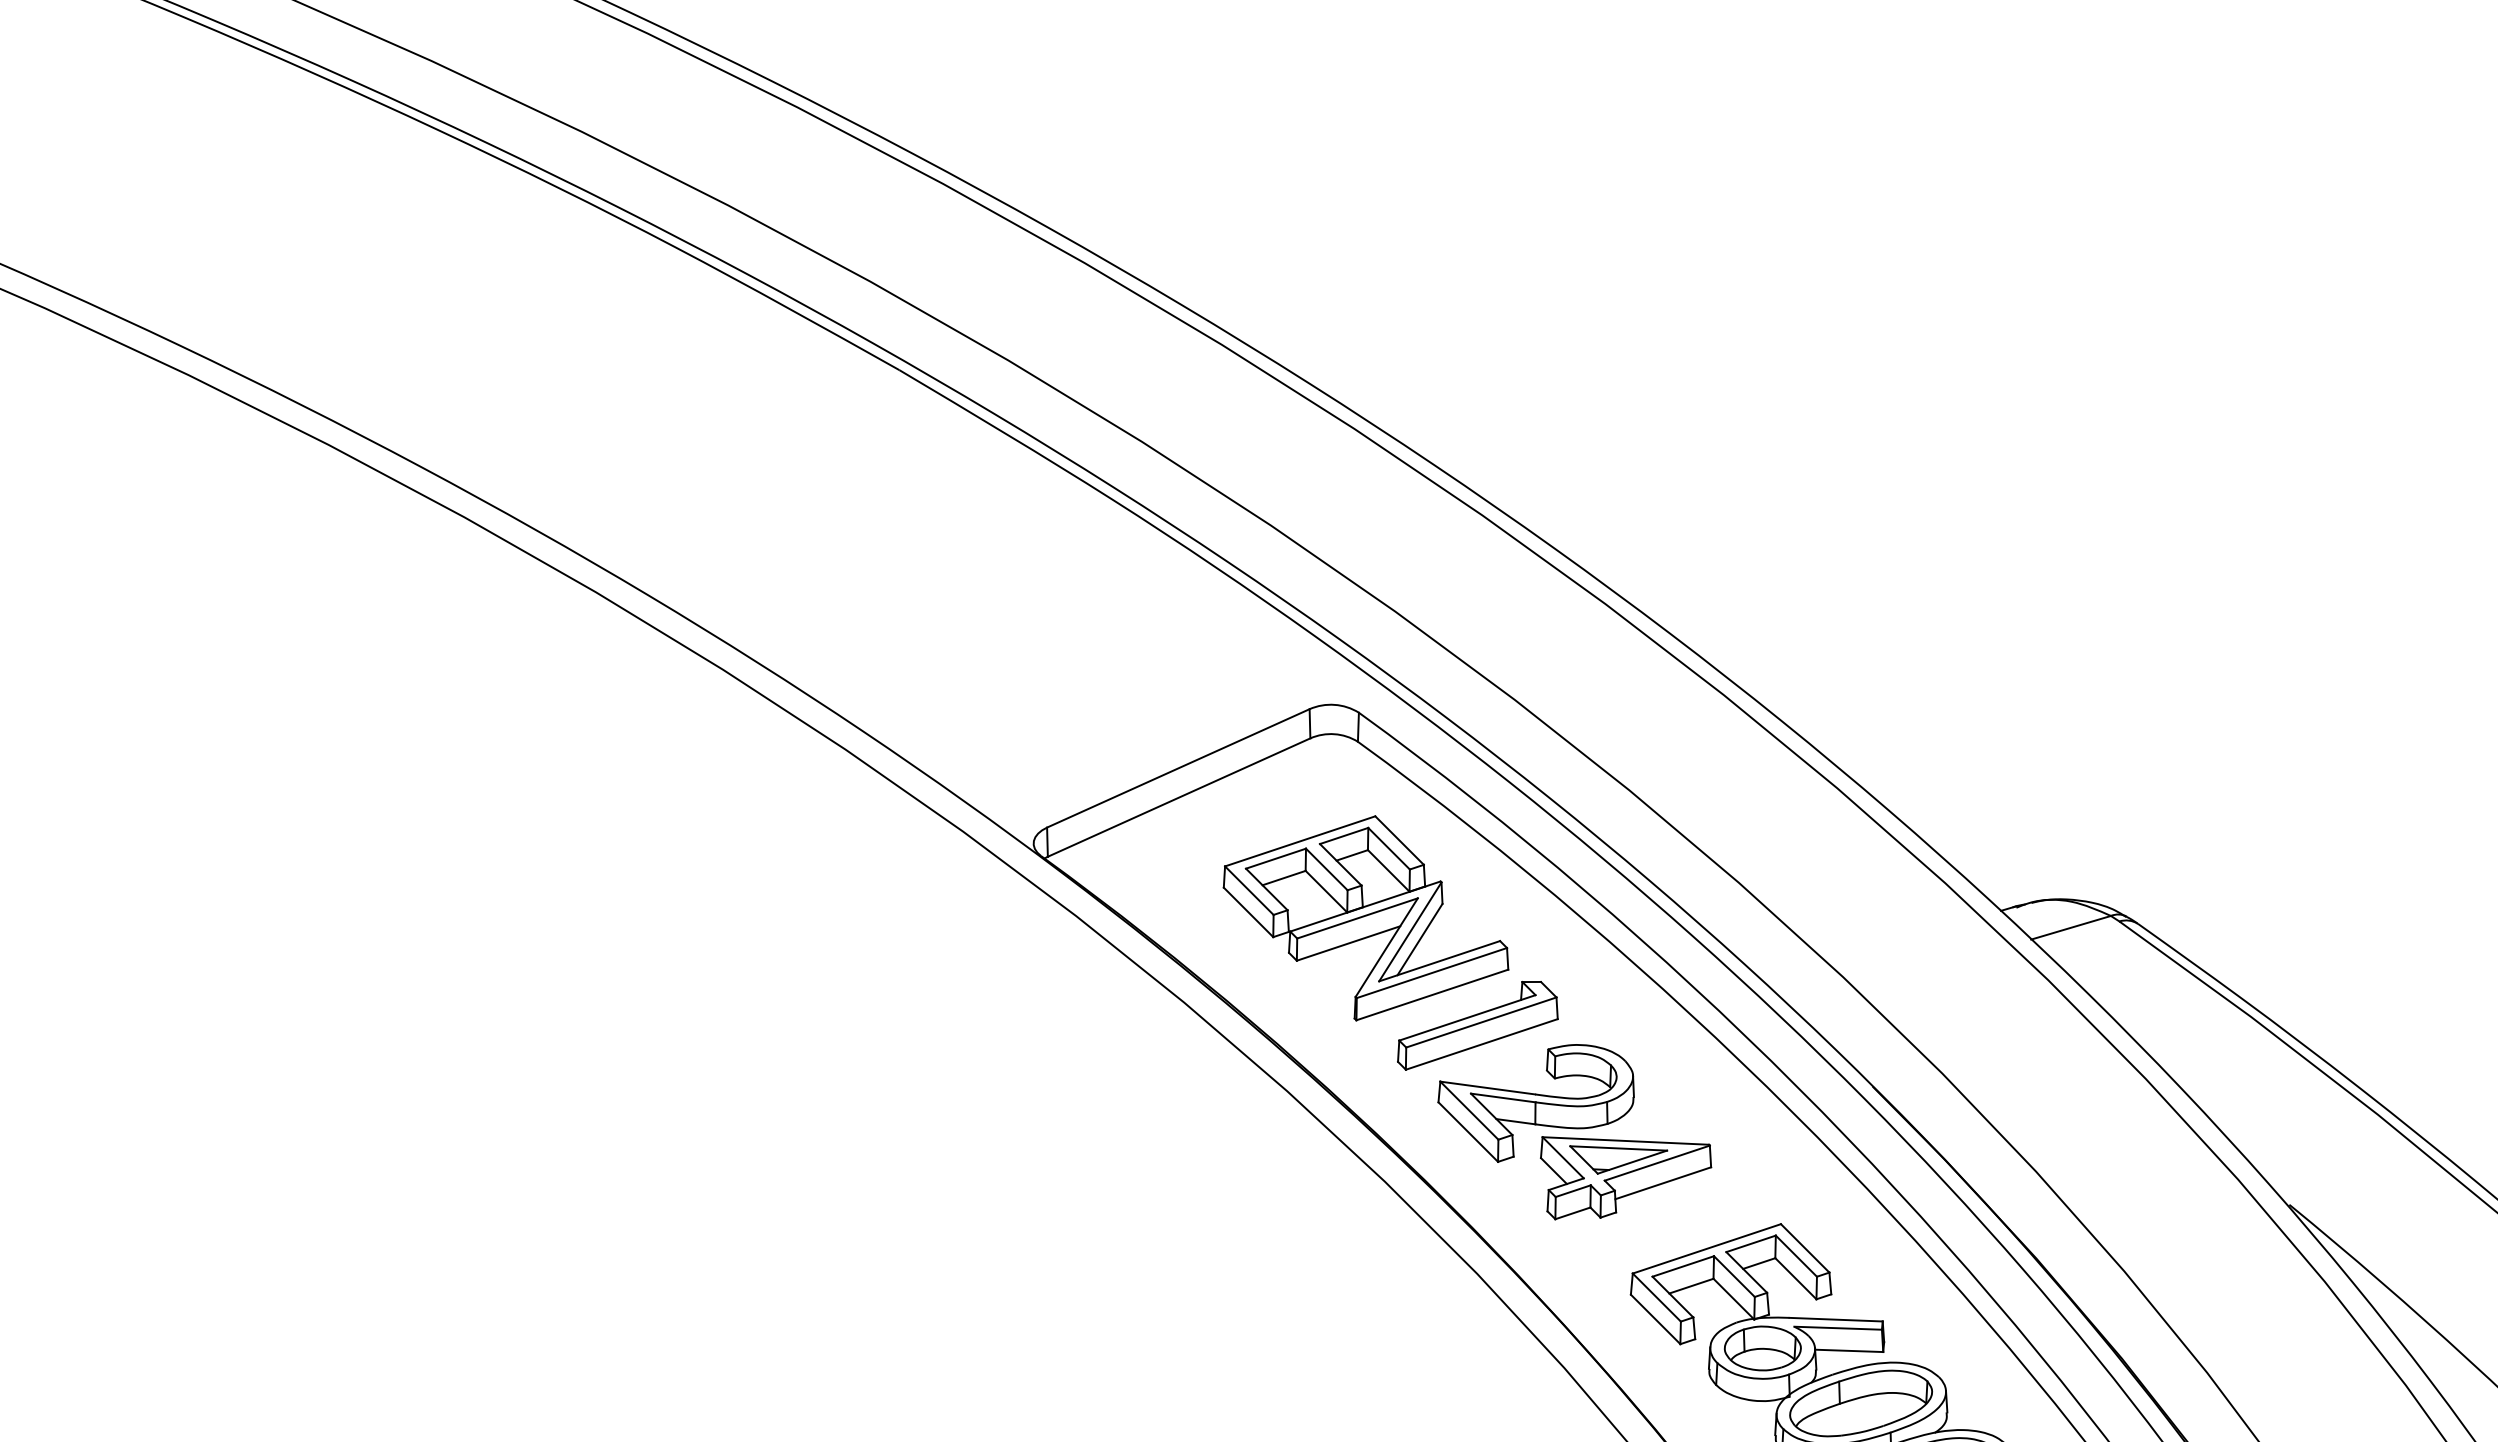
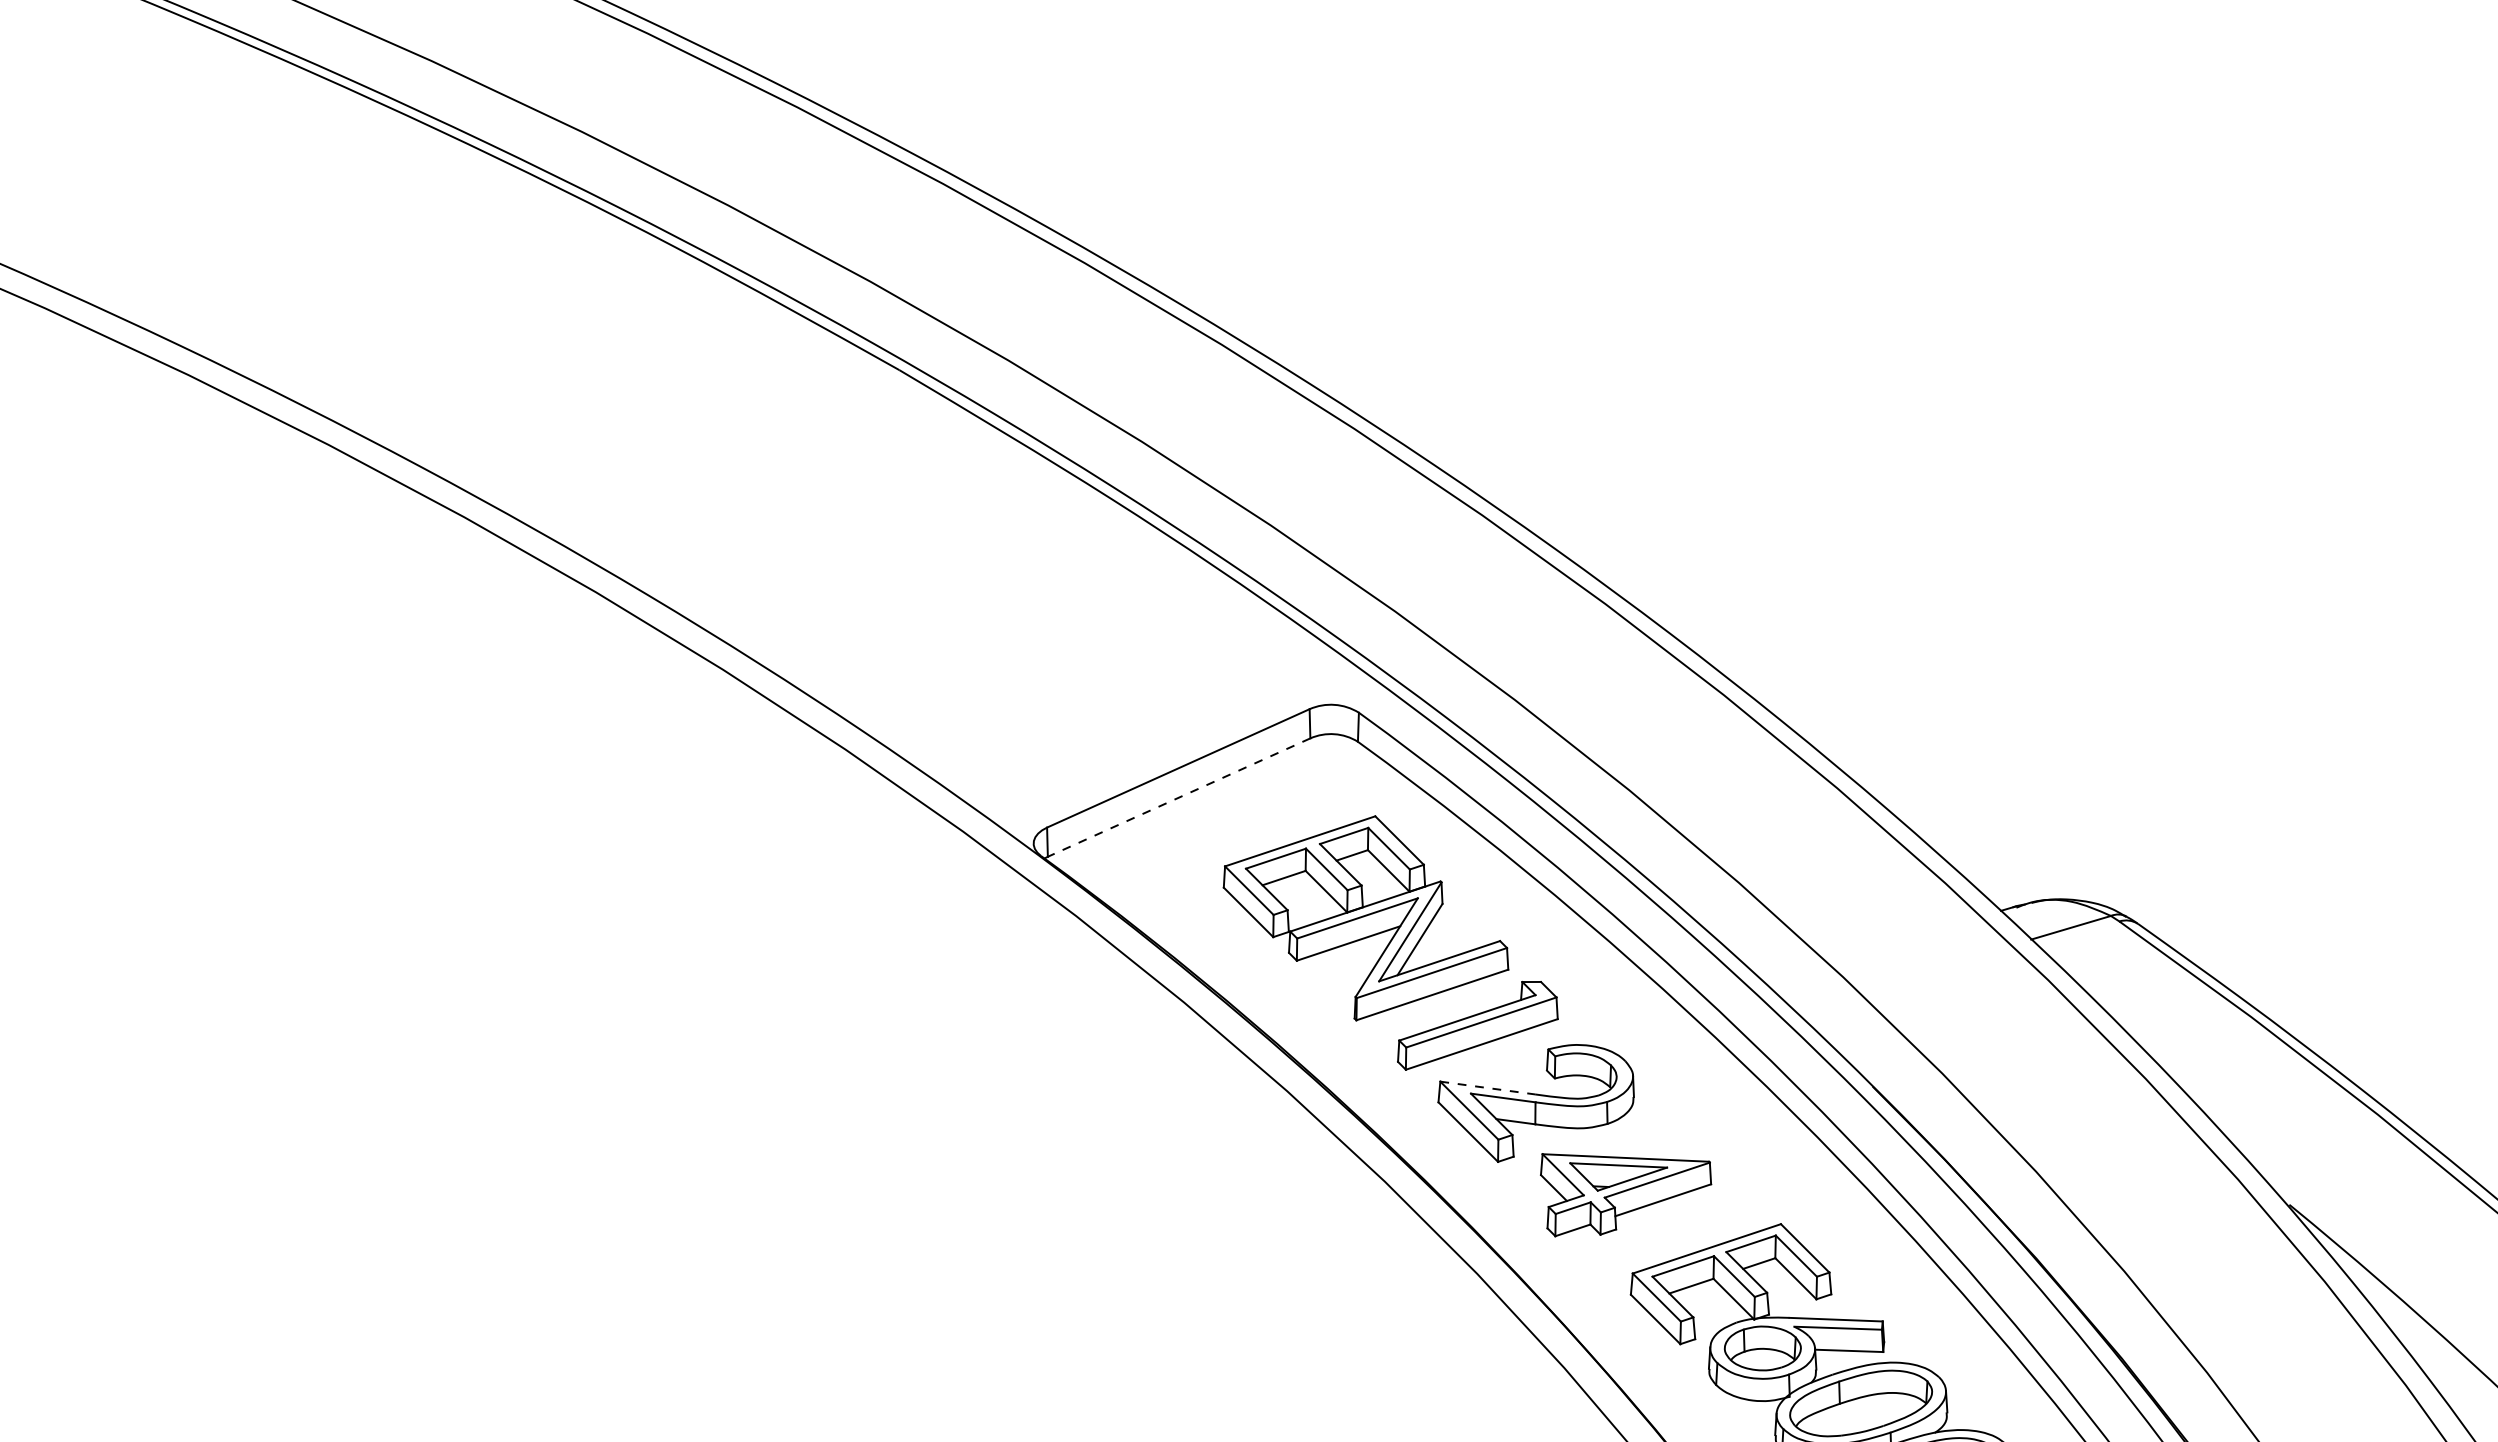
line at (1179, 797): solid -> dashed
line at (1487, 1088): solid -> dashed
part at (1626, 1178) position: (1626, 1178) -> (1626, 1195)
